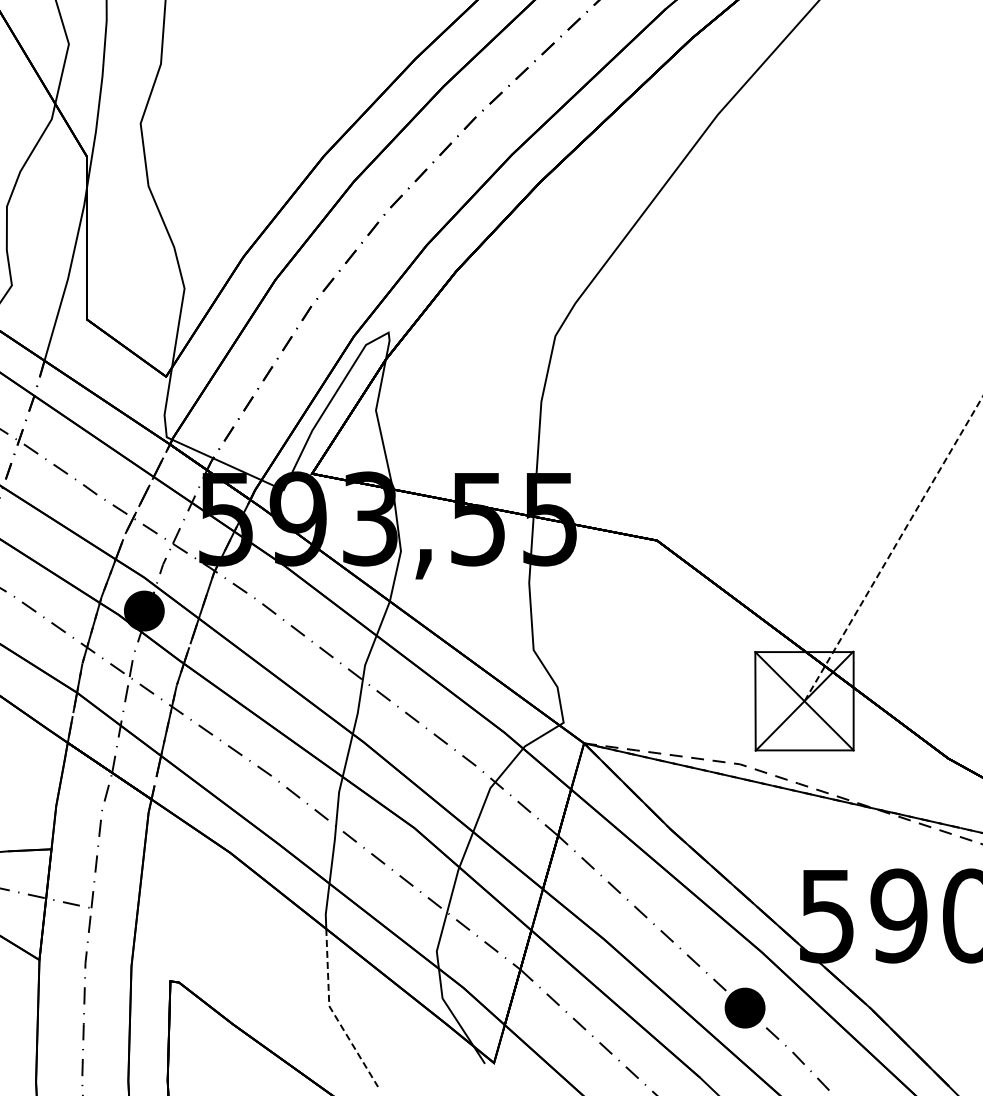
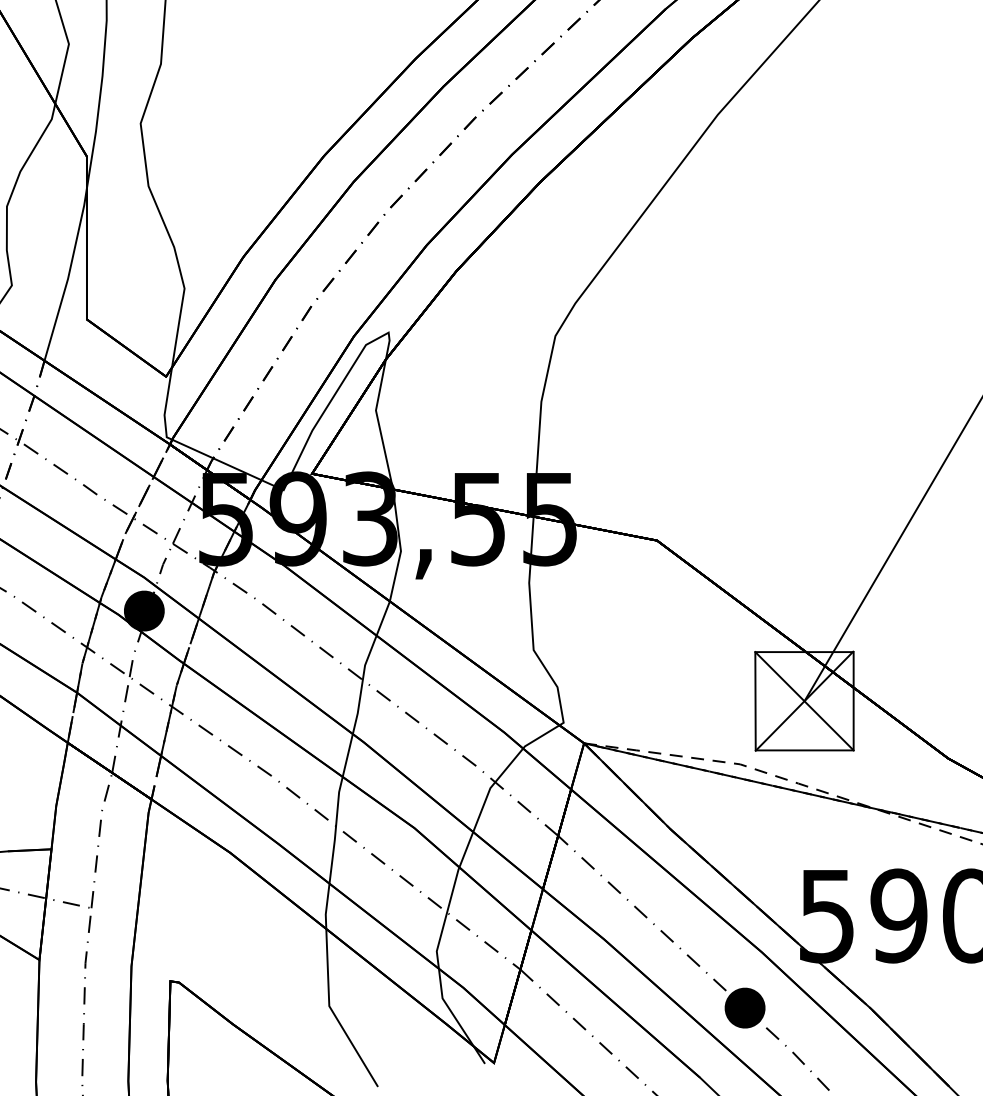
line at (893, 548): dashed -> solid
line at (333, 1012): dashed -> solid
